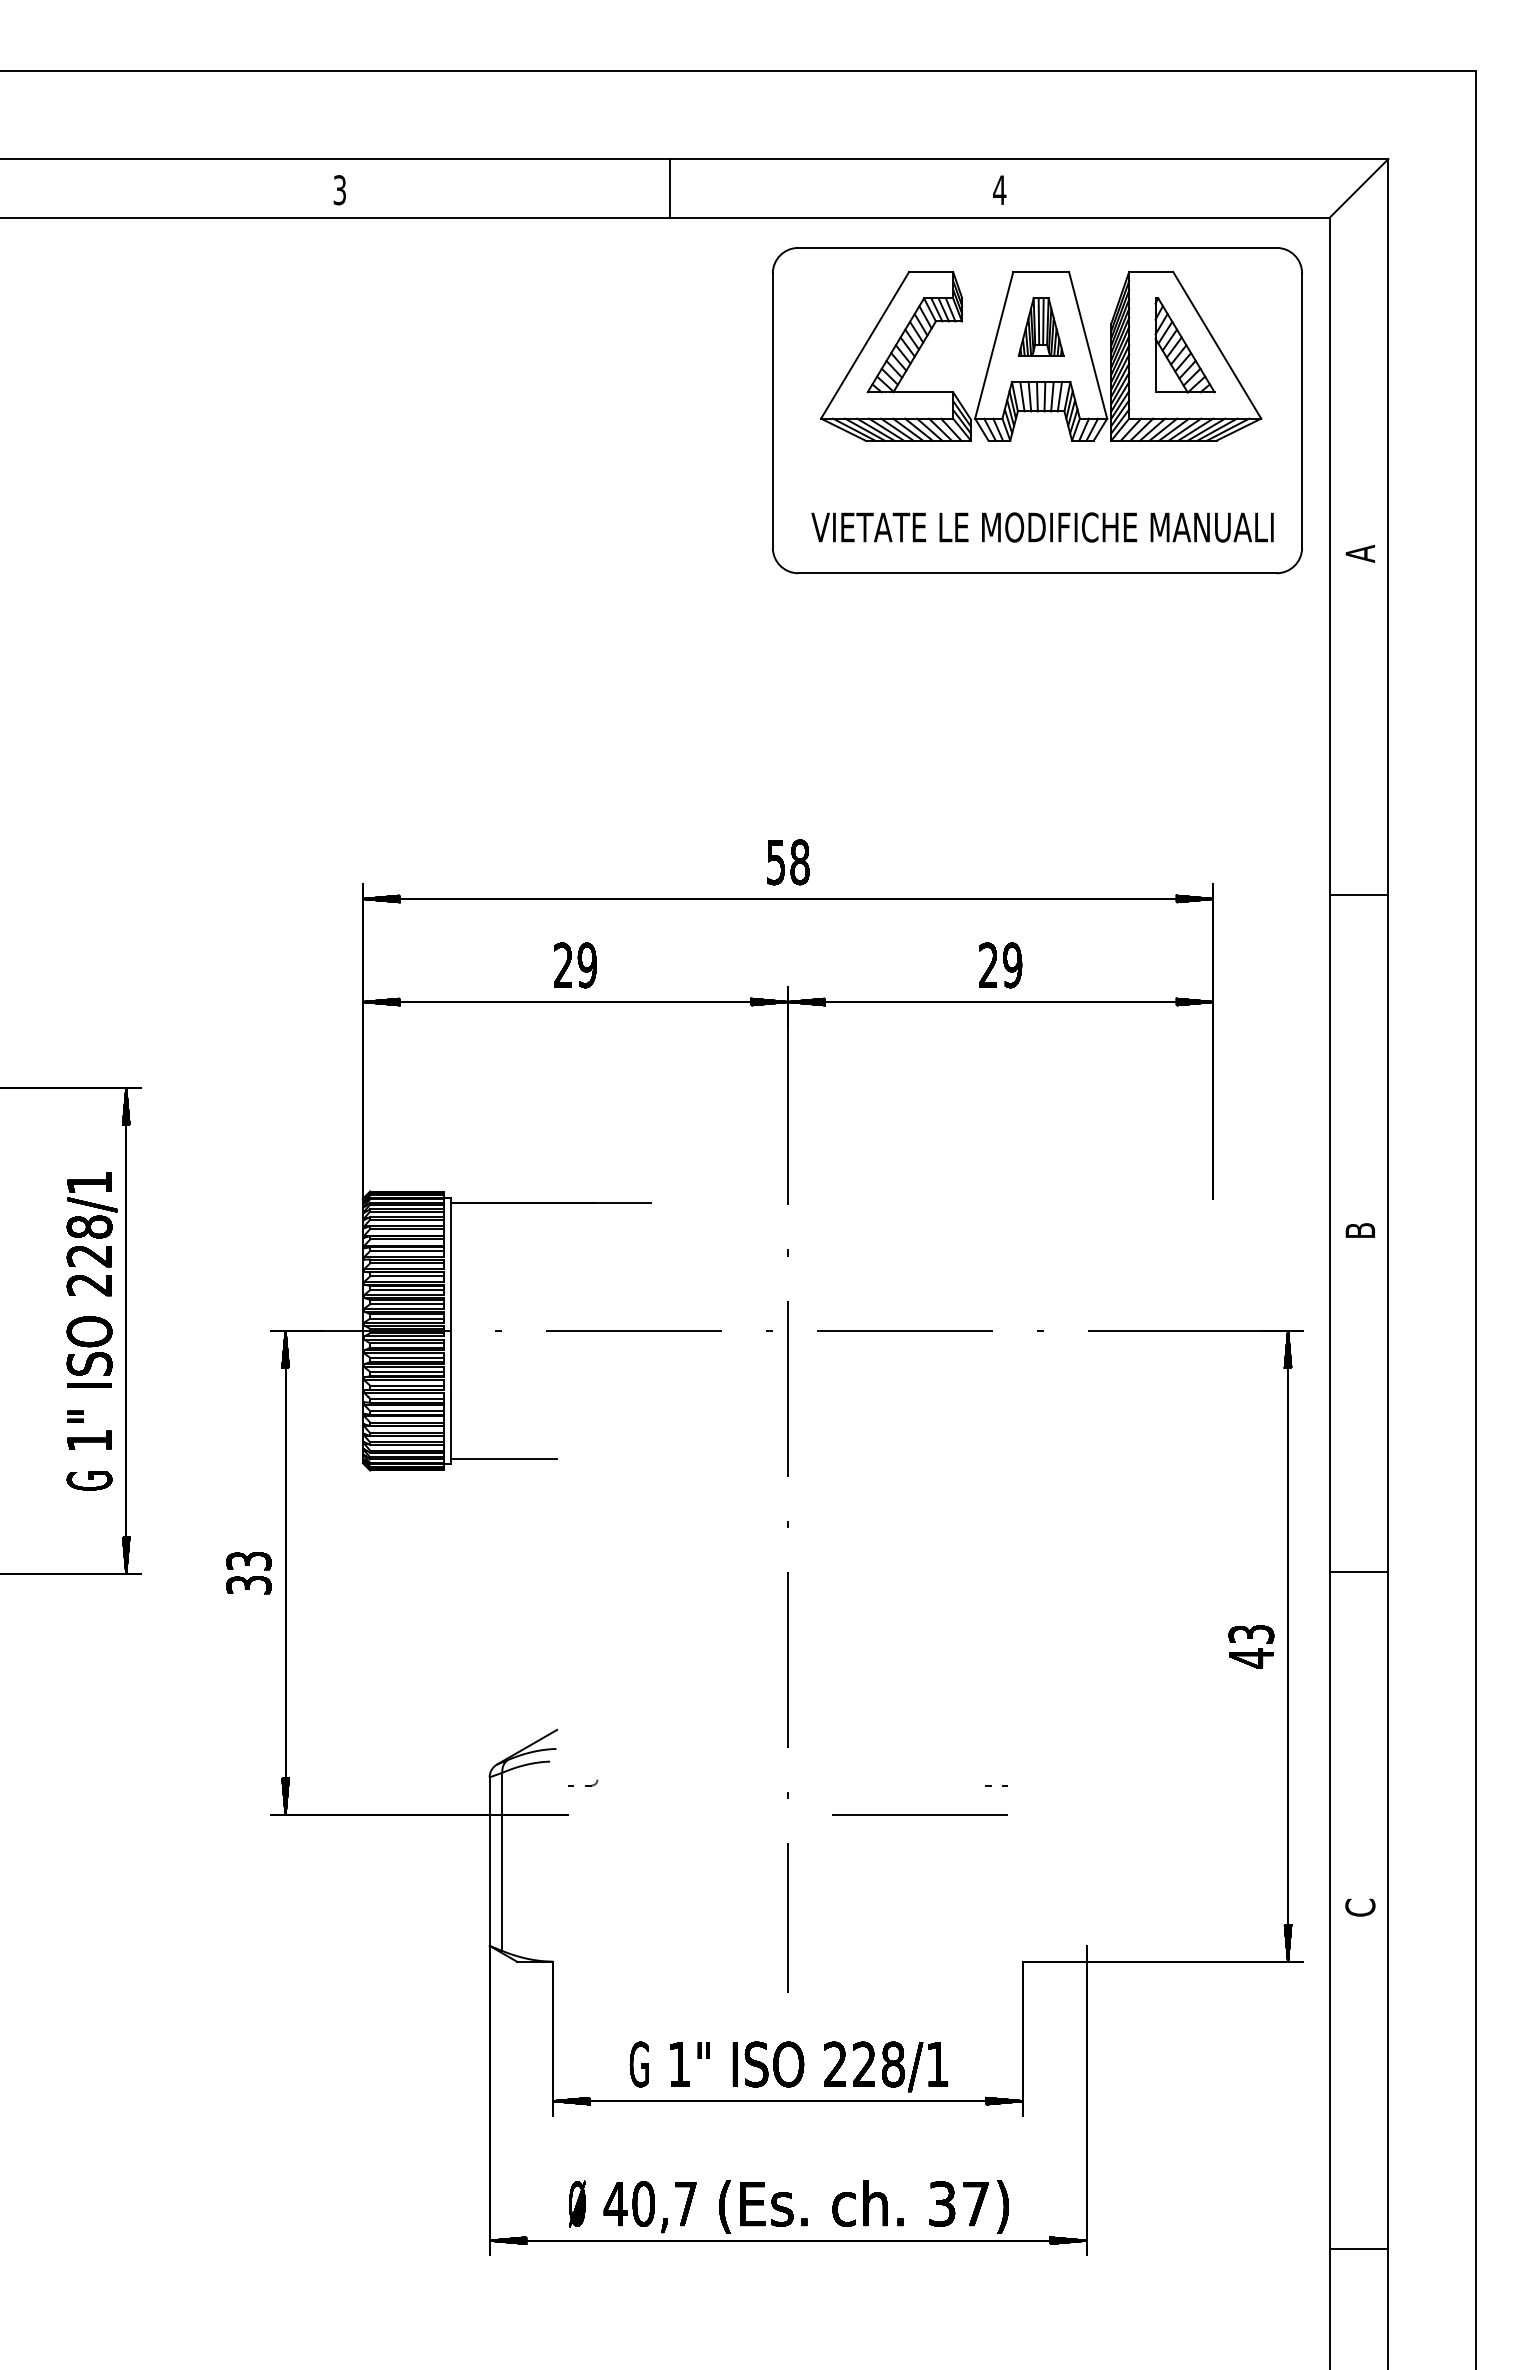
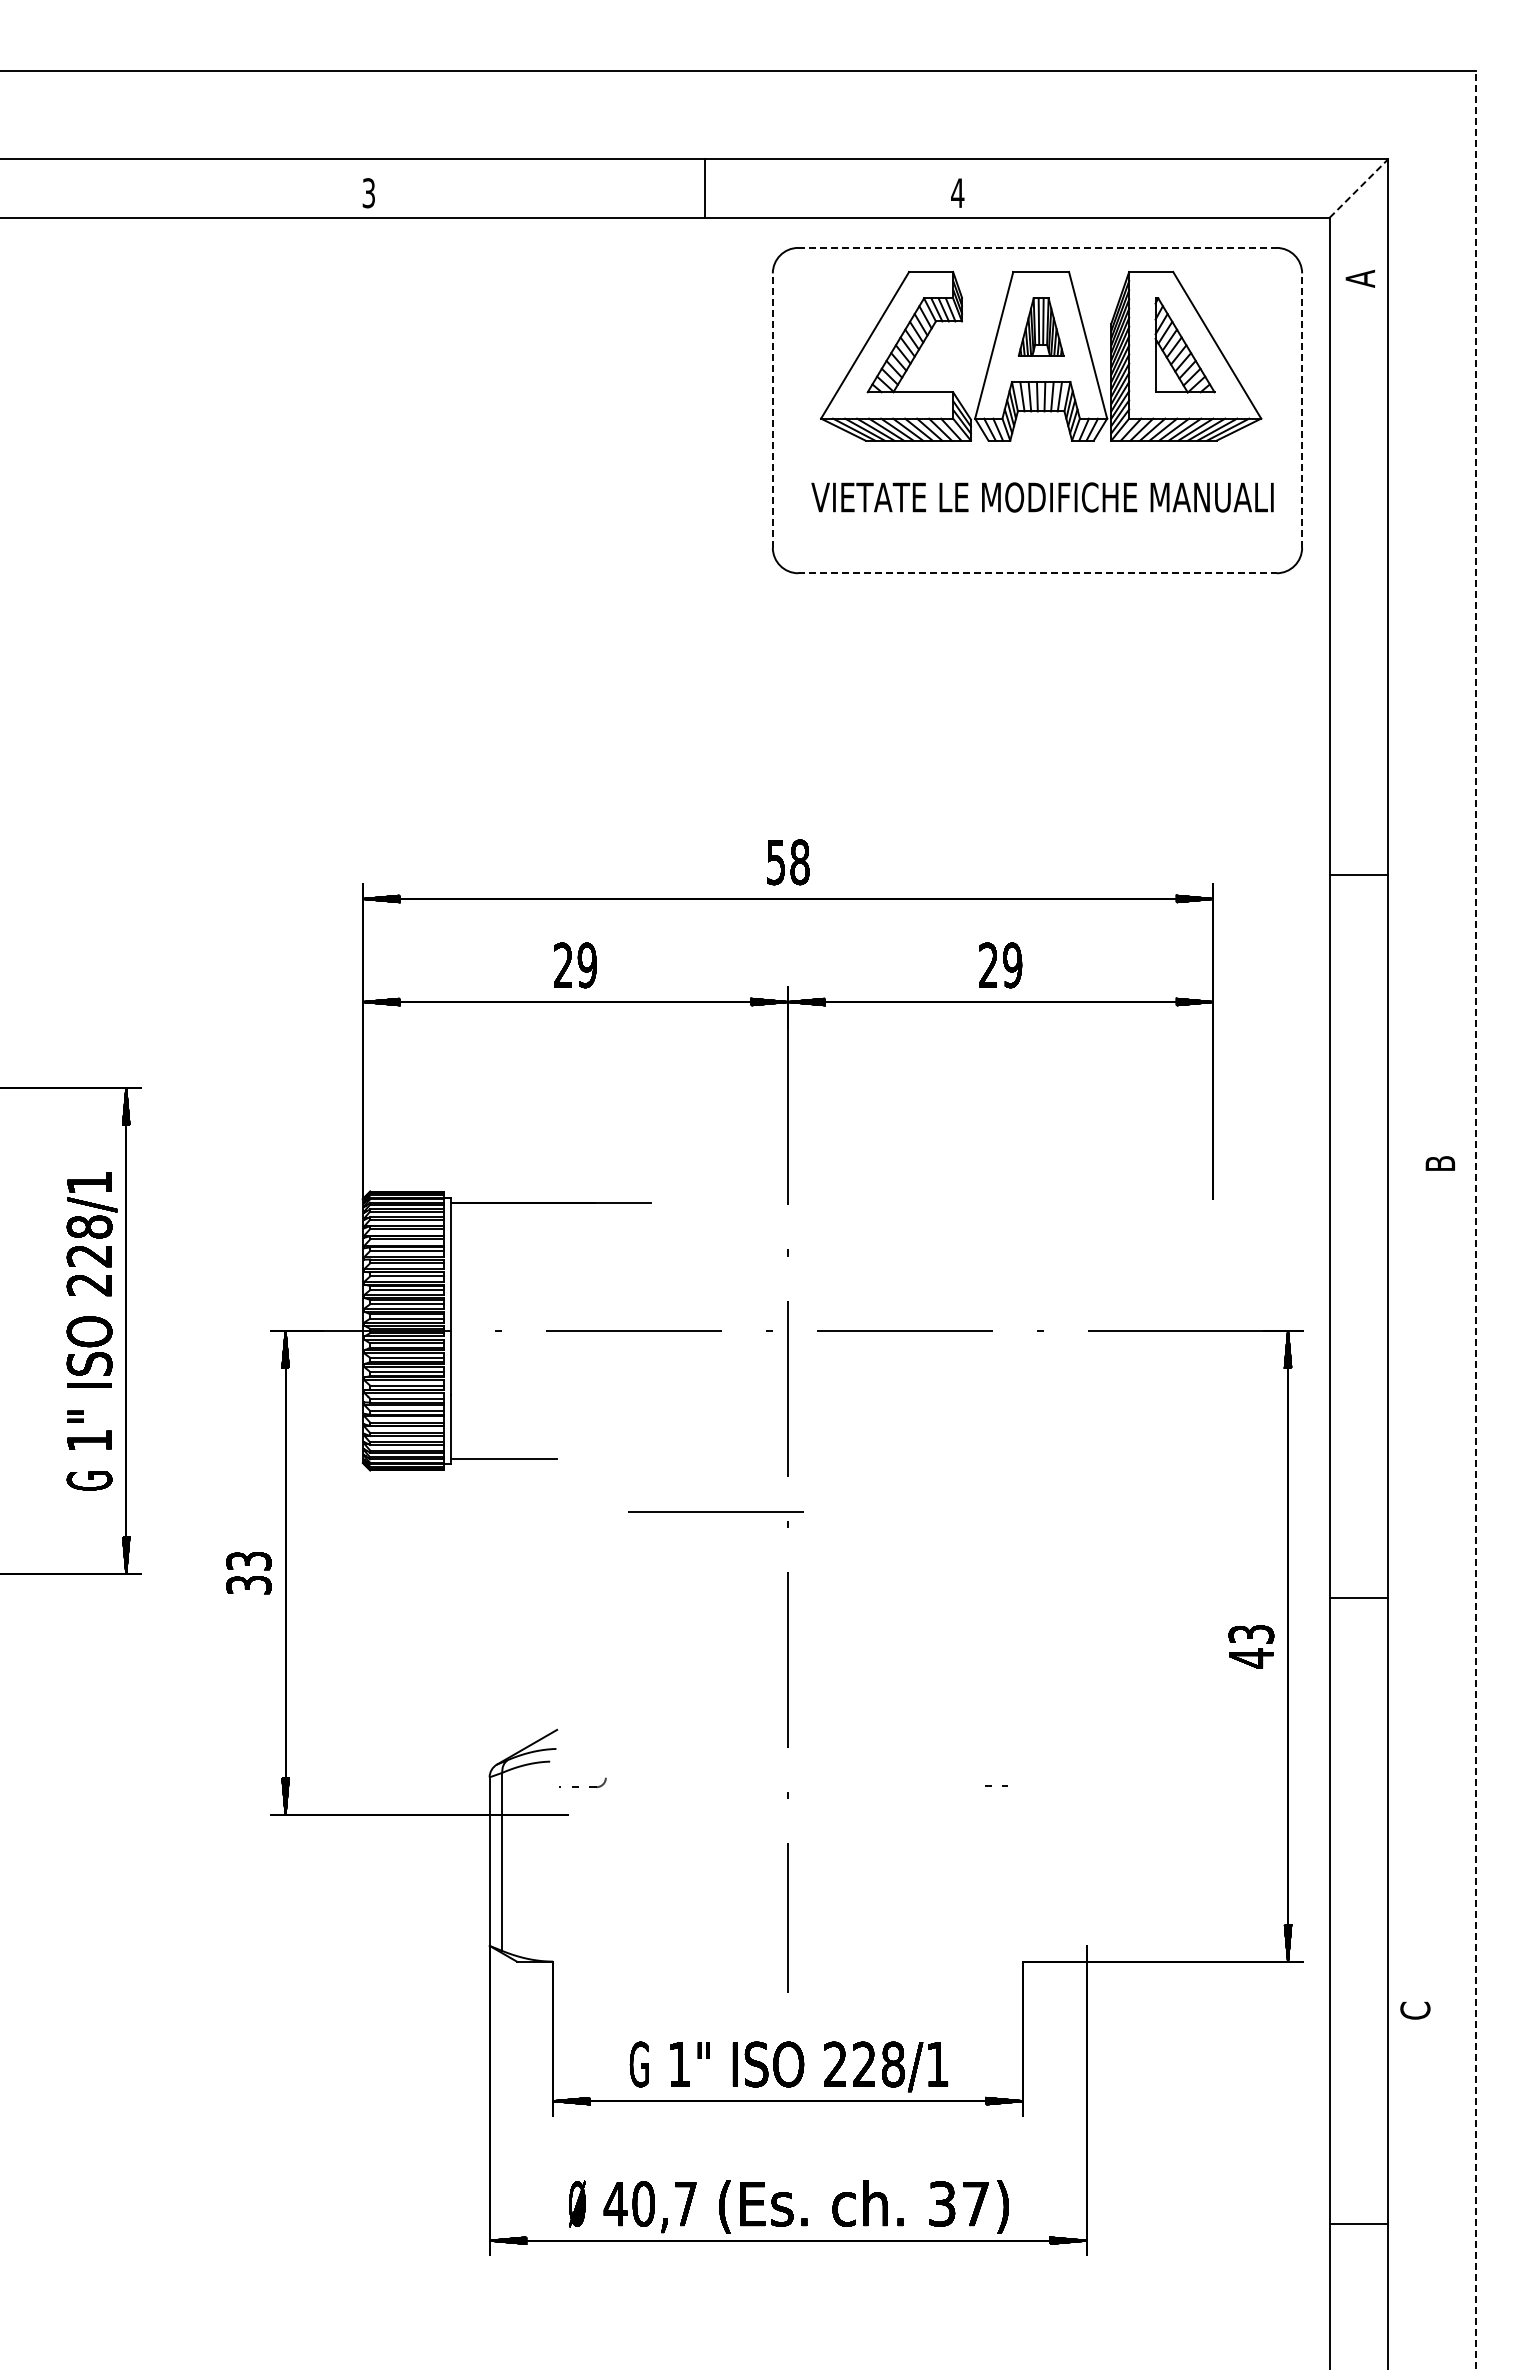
line at (669, 188) position: (669, 188) -> (704, 188)
line at (1359, 188): solid -> dashed
text at (999, 189) position: (999, 189) -> (957, 192)
text at (339, 190) position: (339, 190) -> (368, 193)
line at (1037, 247): solid -> dashed
line at (772, 410): solid -> dashed
line at (1302, 410): solid -> dashed
text at (1042, 527) position: (1042, 527) -> (1042, 497)
text at (1359, 553) position: (1359, 553) -> (1359, 278)
line at (1037, 573): solid -> dashed
line at (1358, 894) position: (1358, 894) -> (1358, 874)
line at (1476, 1219): solid -> dashed
text at (1359, 1230) position: (1359, 1230) -> (1439, 1163)
line at (1358, 1571) position: (1358, 1571) -> (1358, 1597)
part at (583, 1782) size: 31x8 px -> 48x11 px
line at (919, 1814) position: (919, 1814) -> (715, 1511)
text at (1360, 1907) position: (1360, 1907) -> (1415, 2010)
line at (1358, 2248) position: (1358, 2248) -> (1358, 2223)
